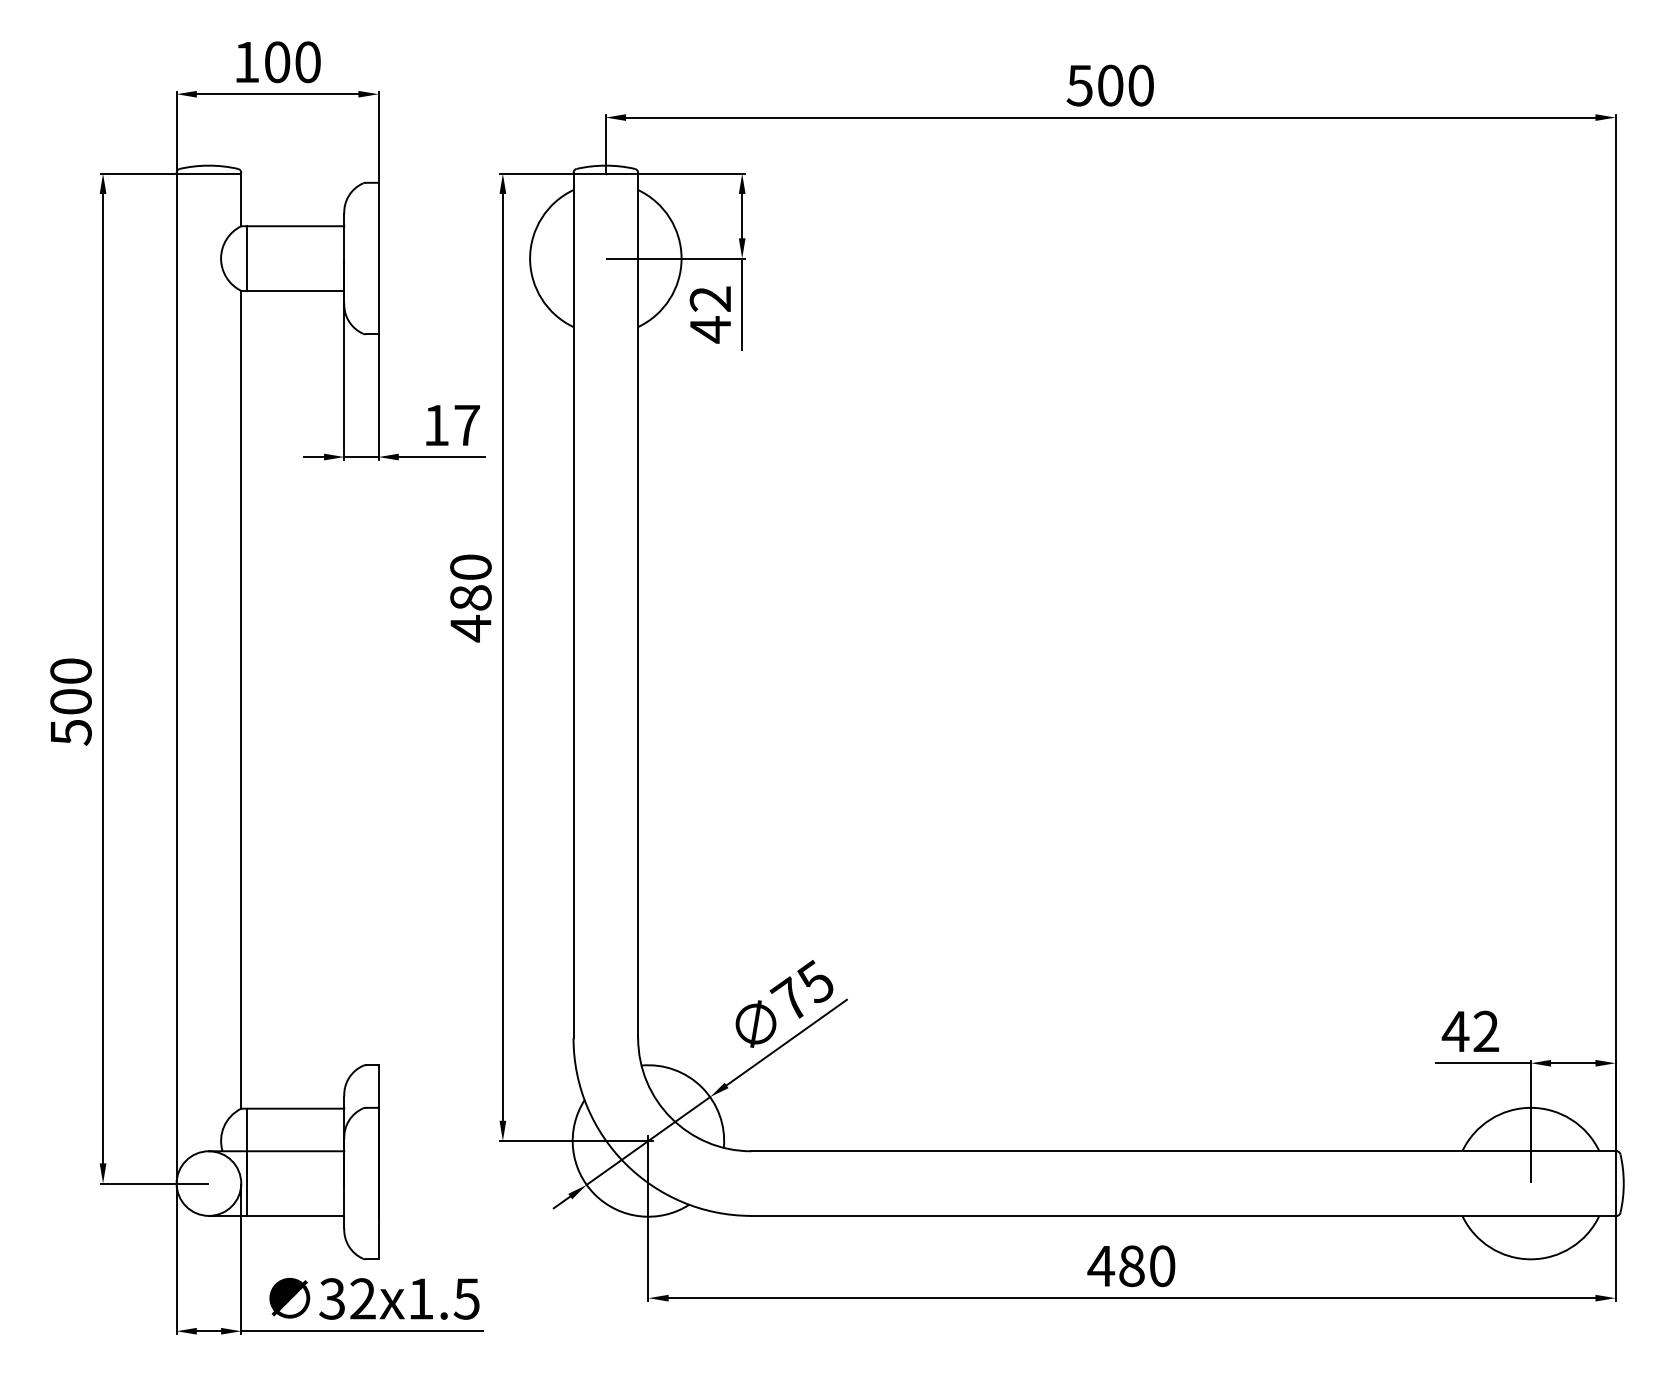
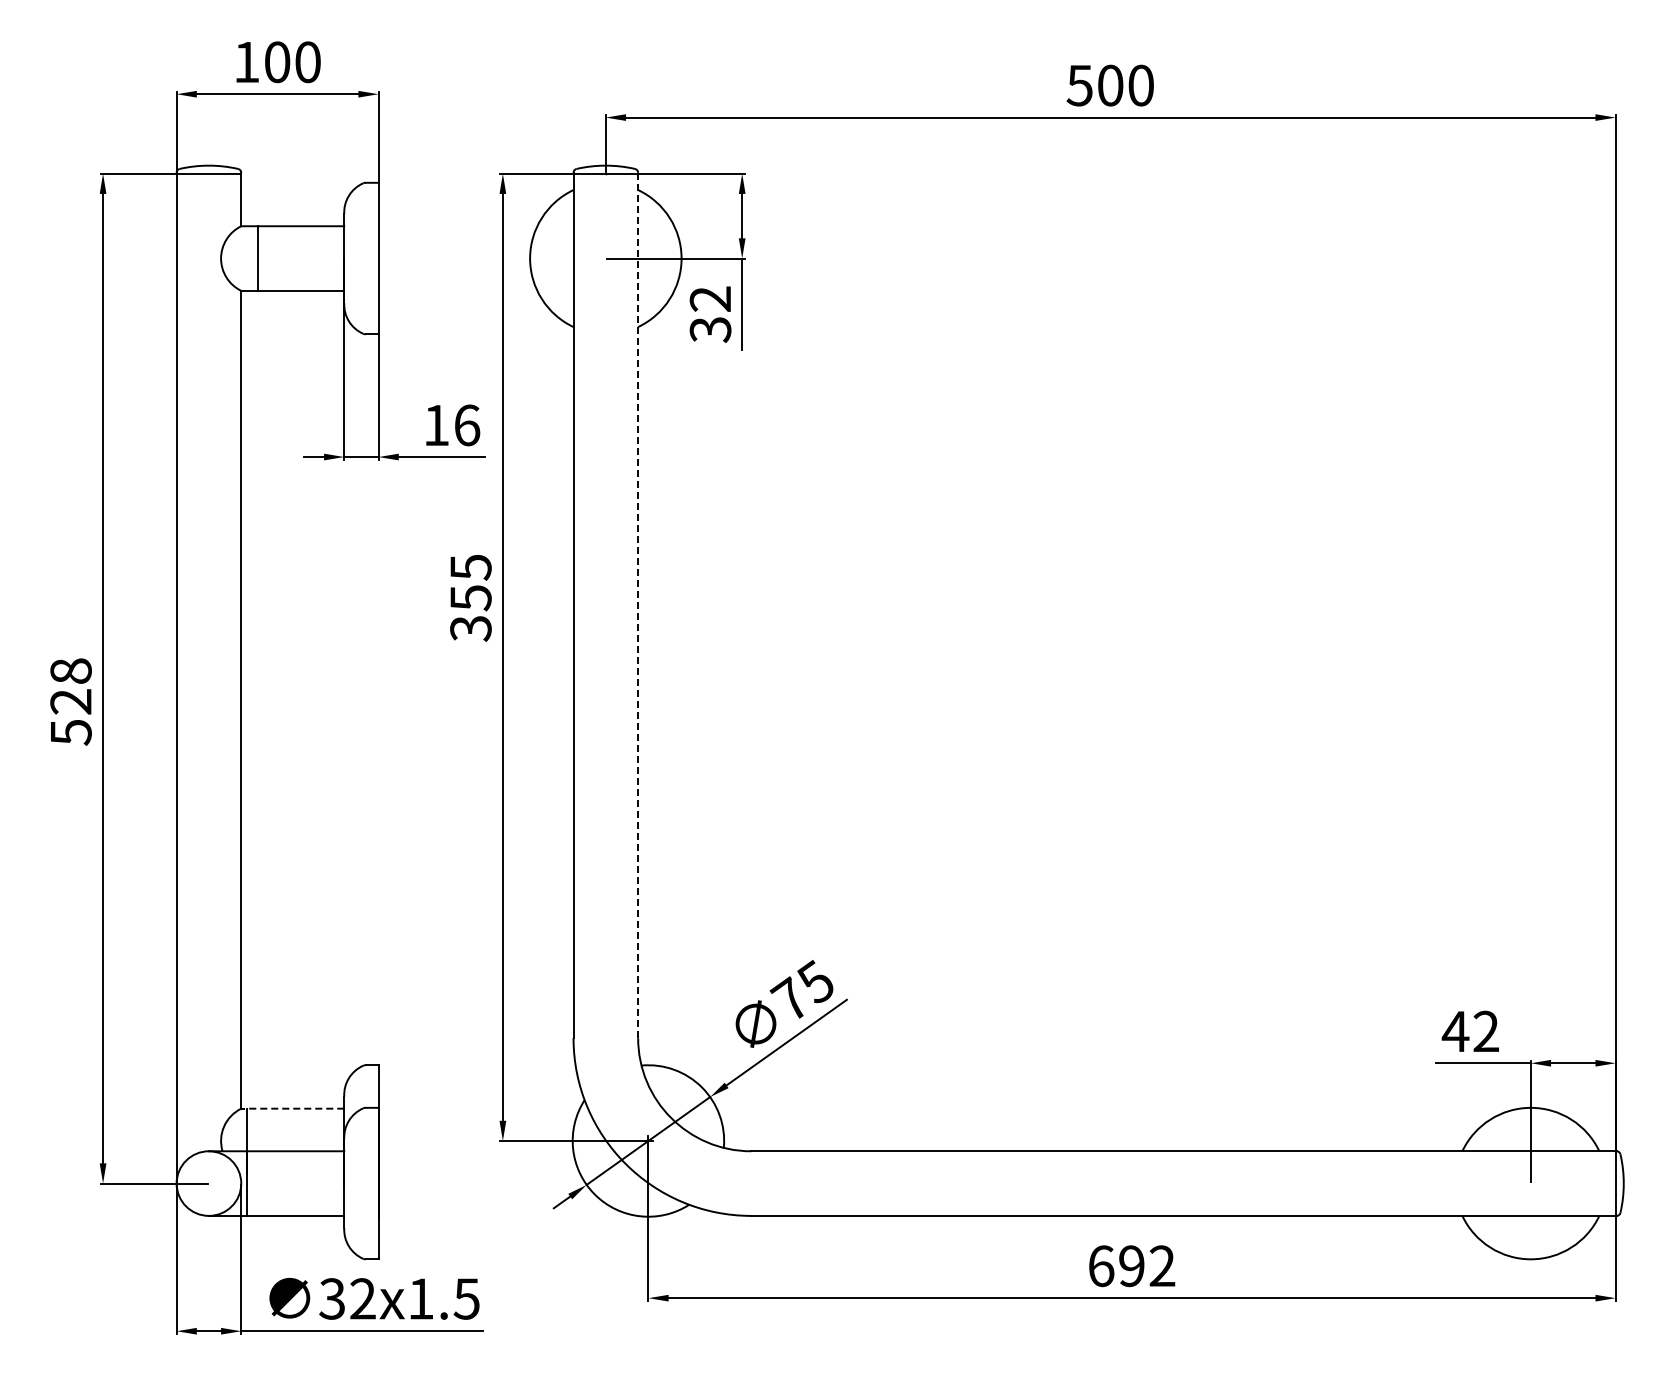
line at (247, 258) position: (247, 258) -> (258, 258)
text at (710, 329): 42 -> 32
text at (467, 425): 17 -> 16
text at (470, 598): 480 -> 355
line at (638, 605): solid -> dashed
text at (70, 686): 500 -> 528
line at (292, 1108): solid -> dashed
text at (1131, 1266): 480 -> 692
